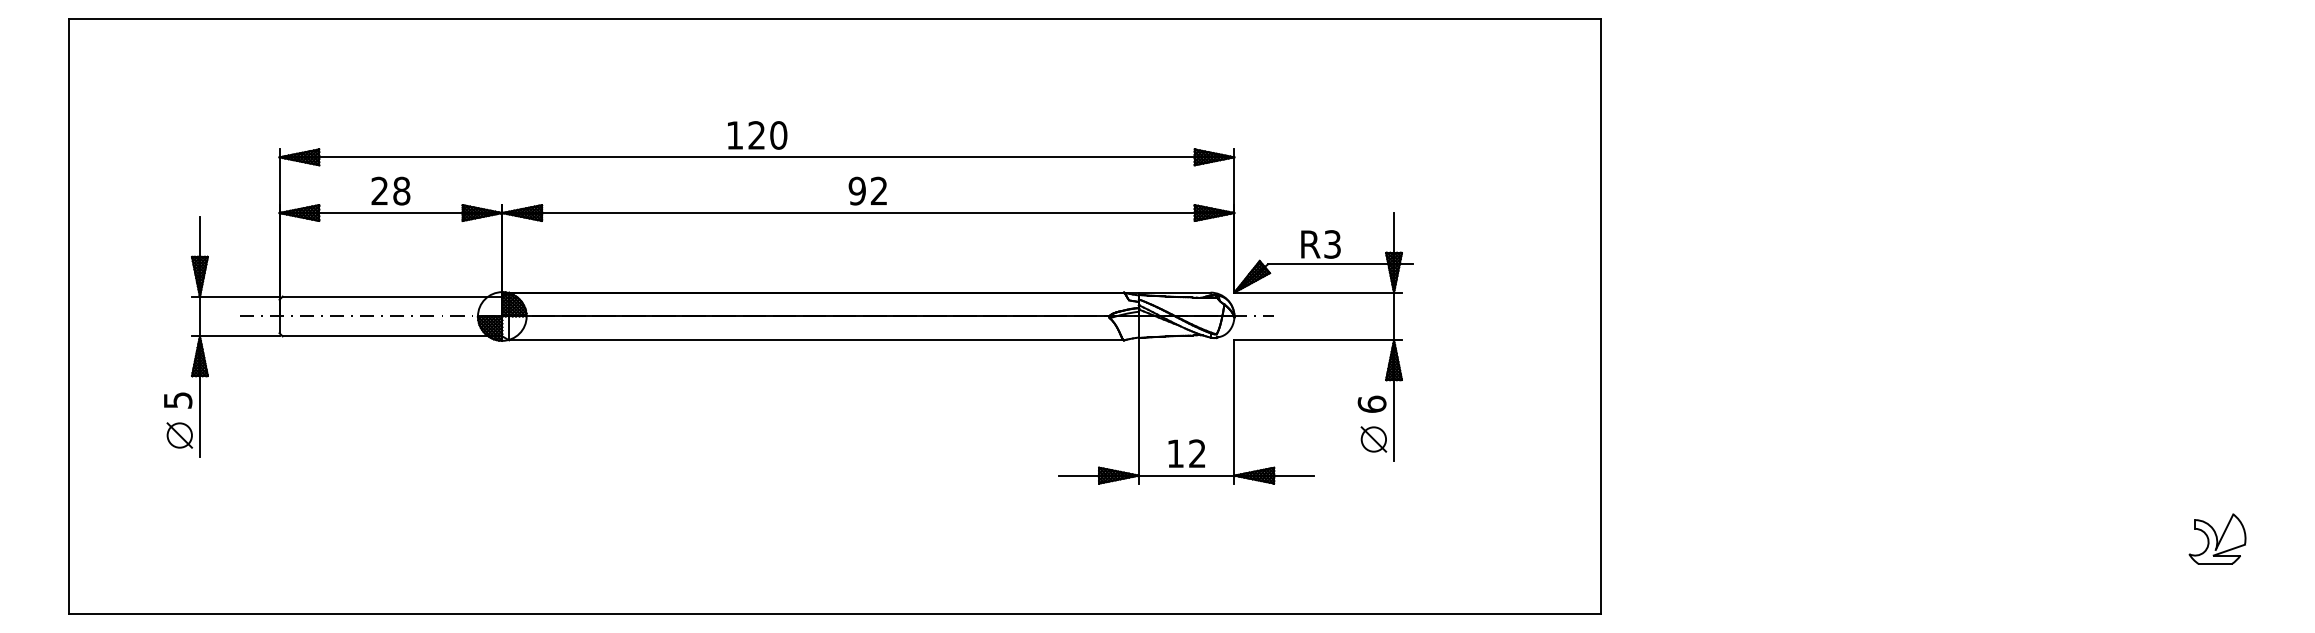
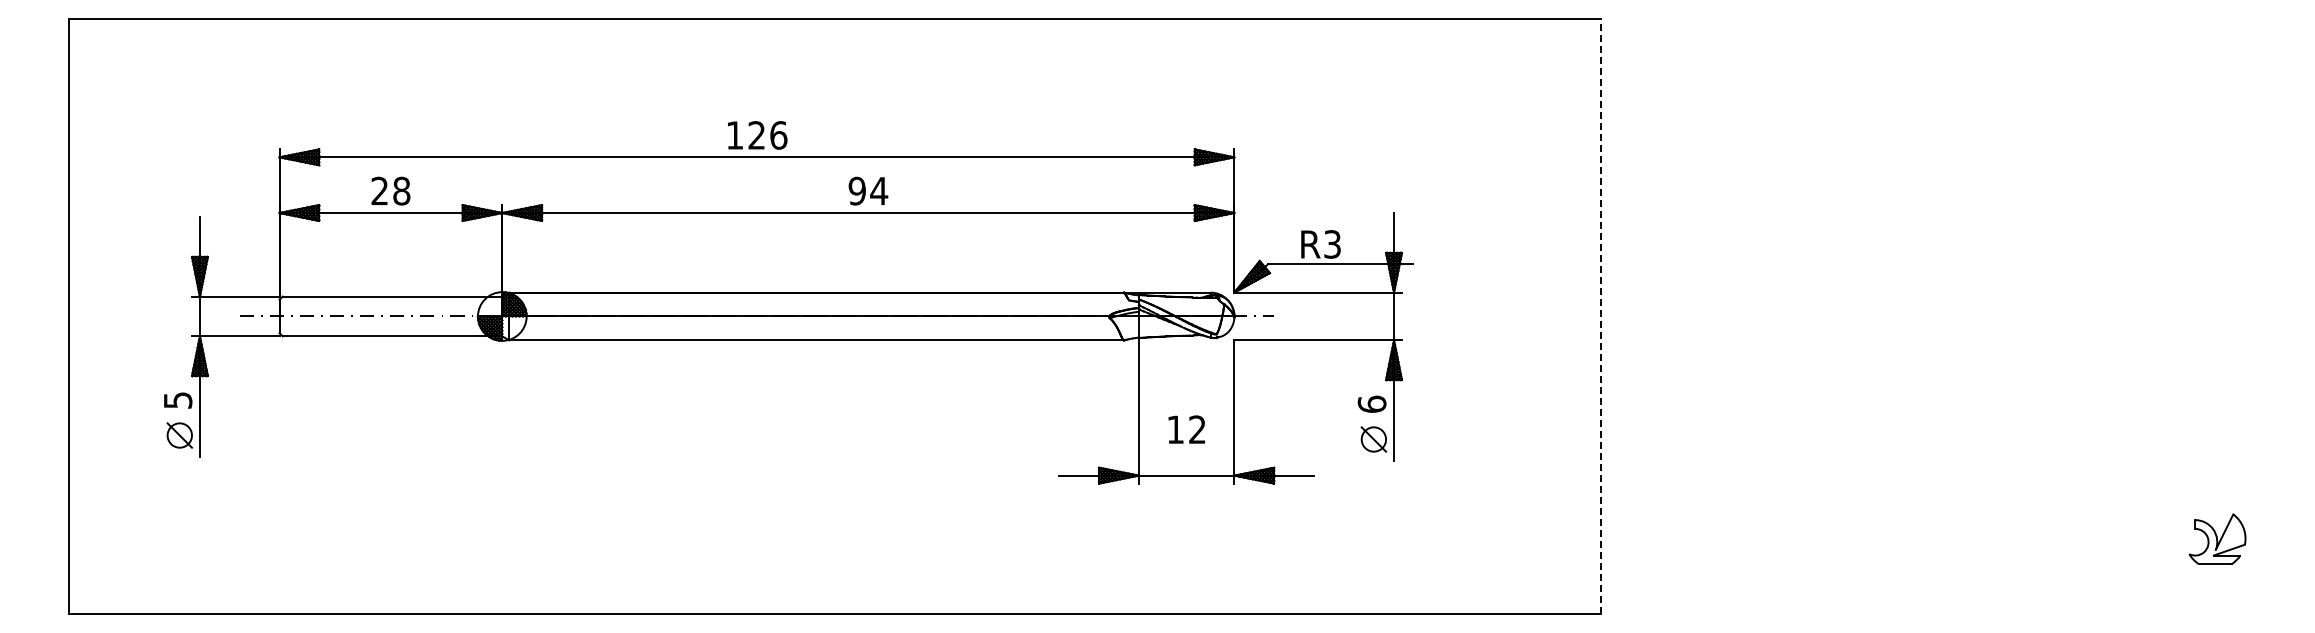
text at (778, 135): 120 -> 126
text at (879, 190): 92 -> 94
line at (1601, 316): solid -> dashed
text at (1186, 453) position: (1186, 453) -> (1186, 429)
